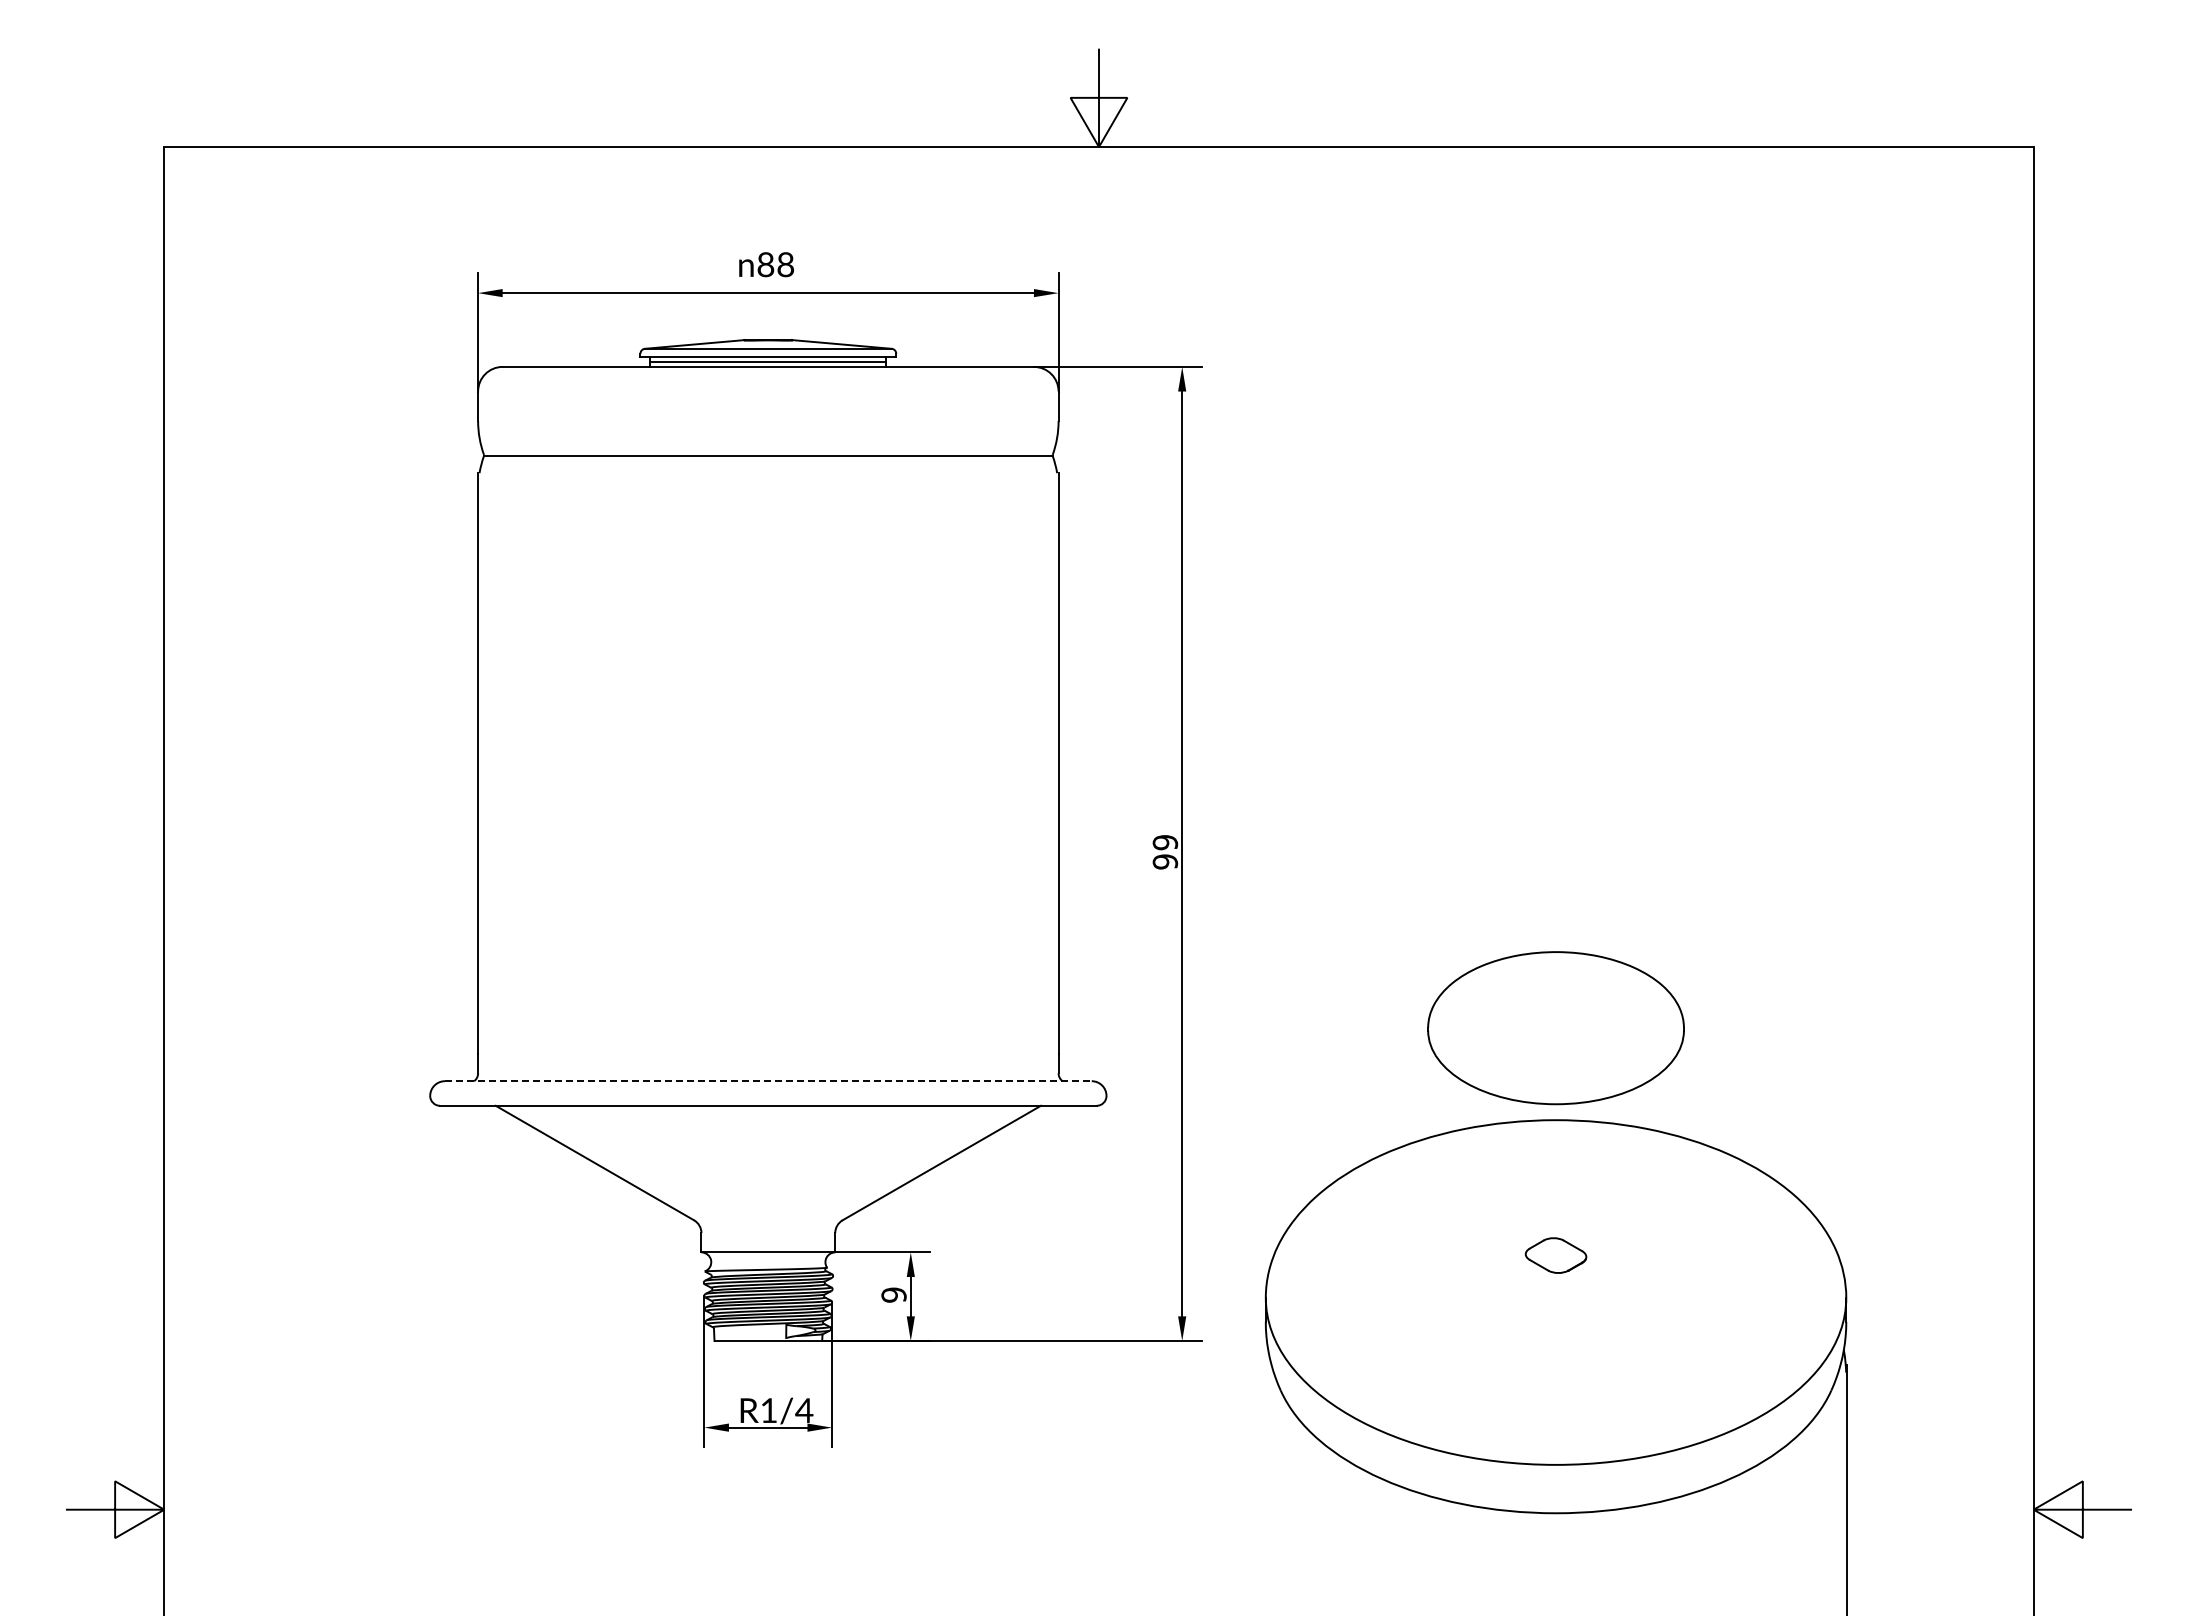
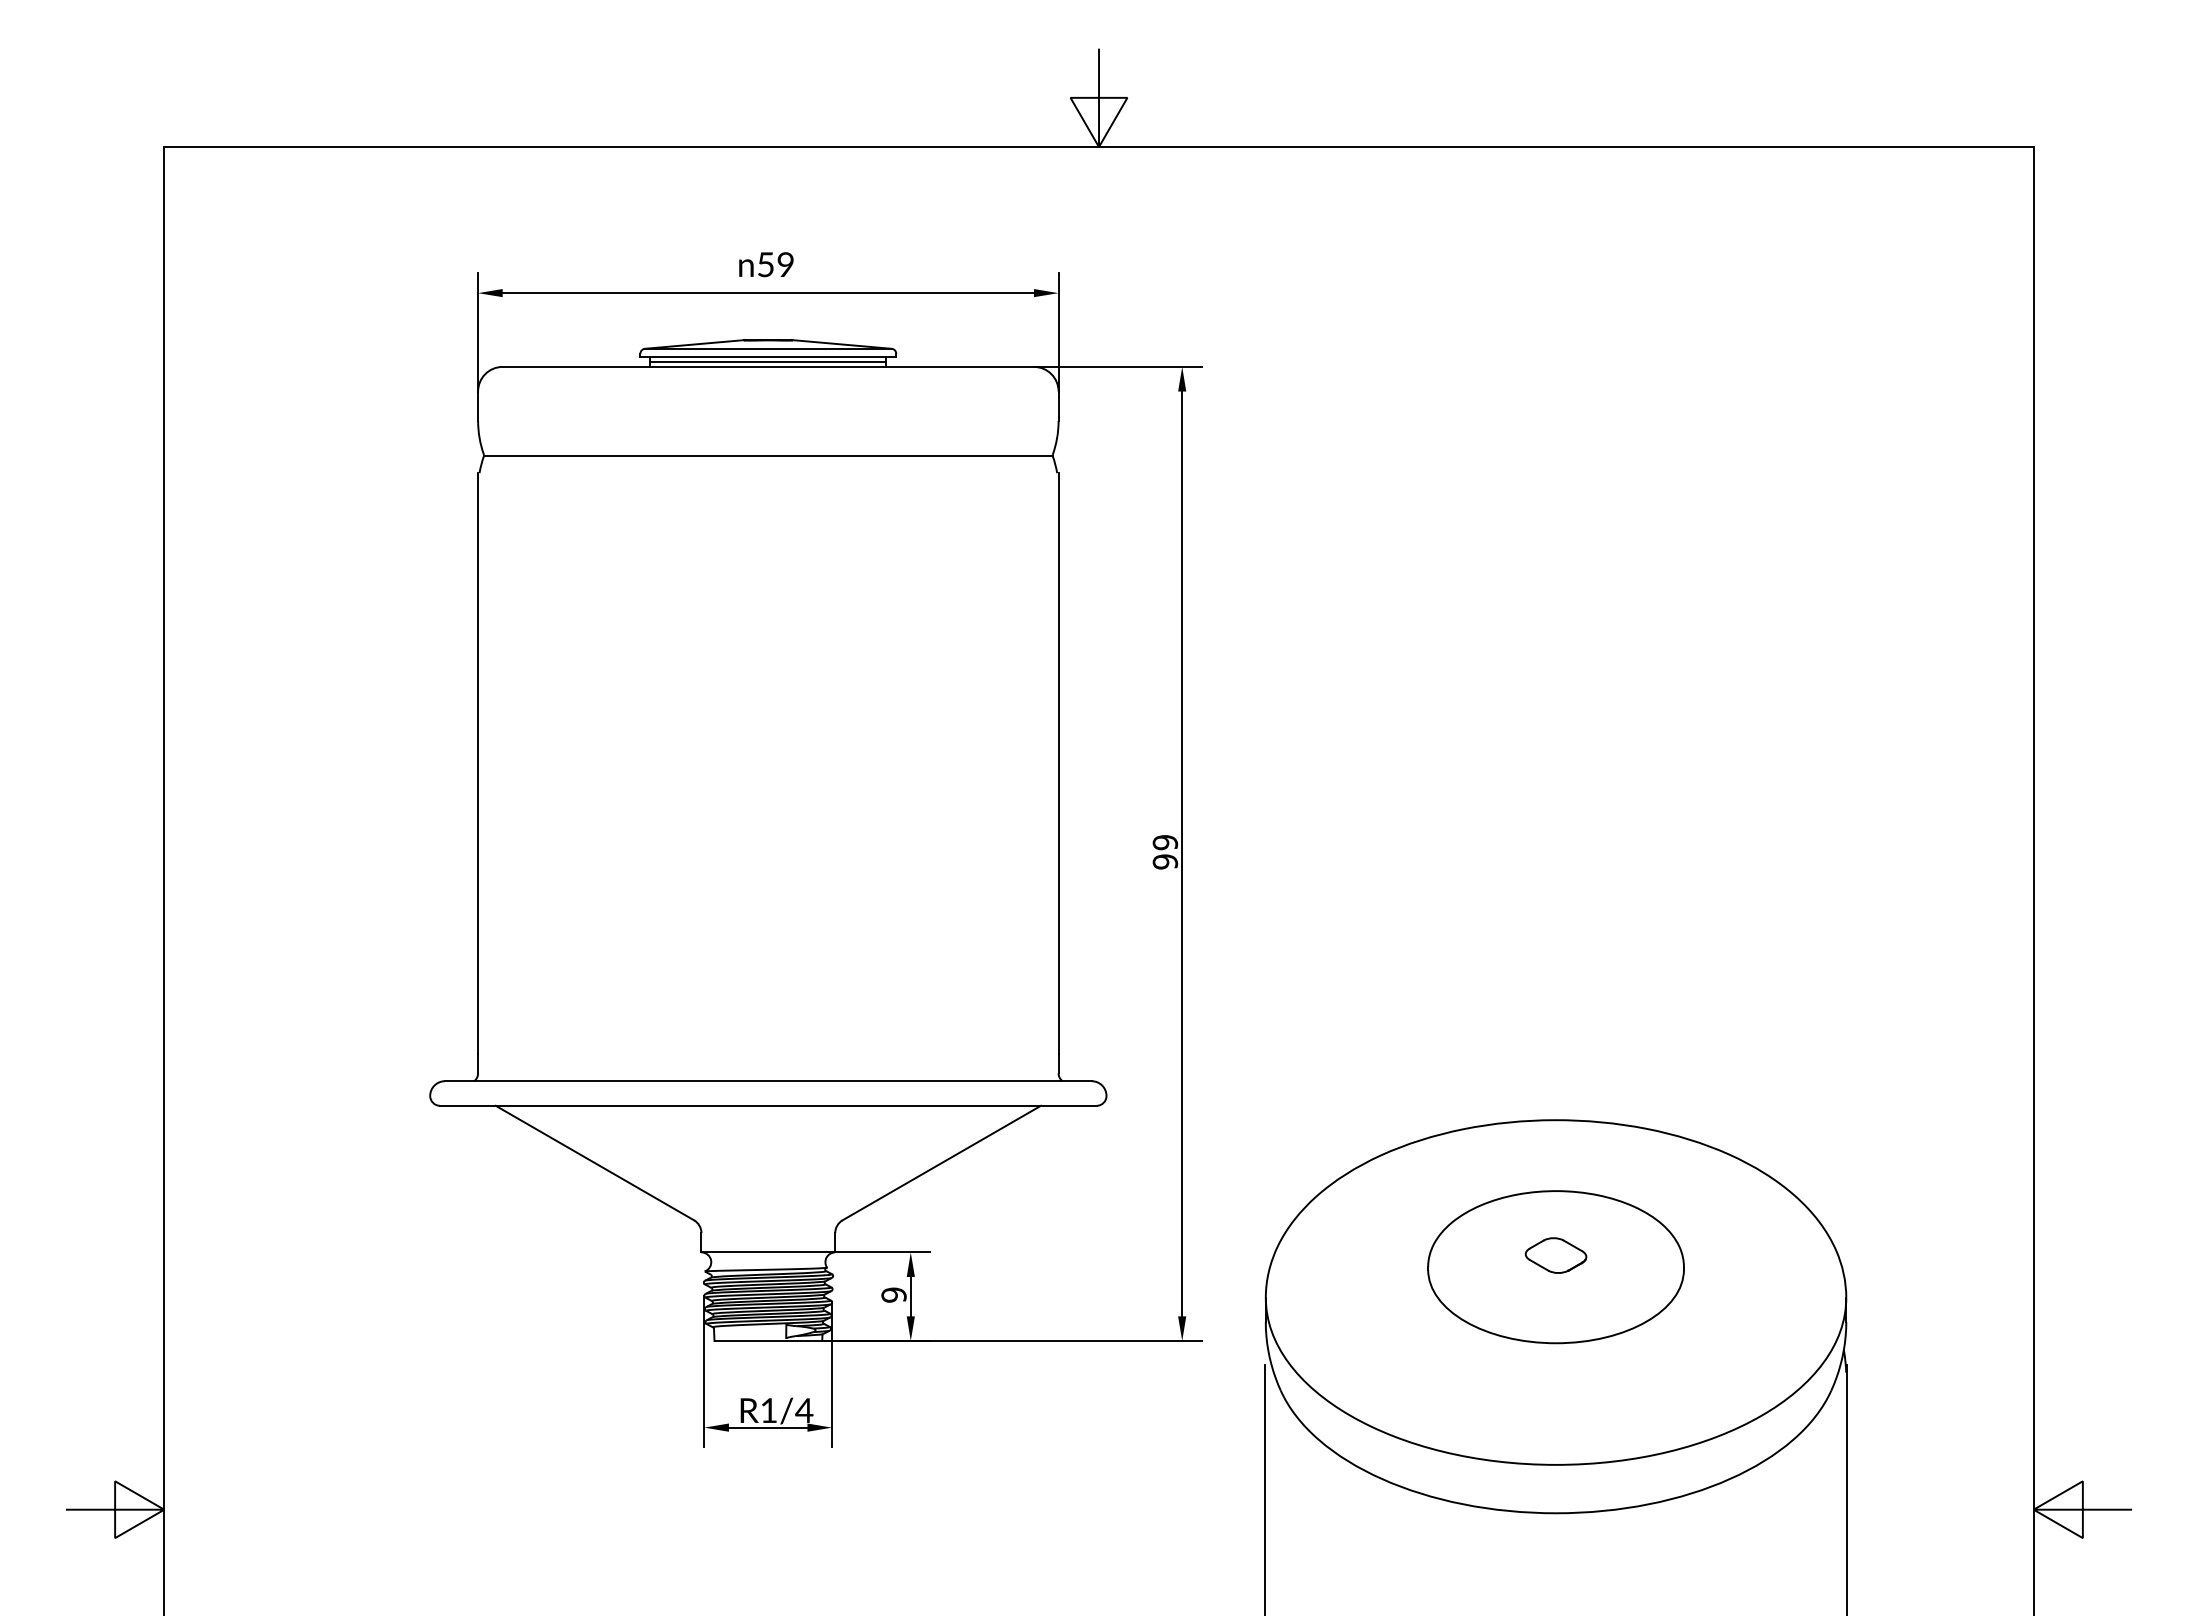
text at (775, 264): 88 -> 59
part at (1555, 1028) position: (1555, 1028) -> (1555, 1267)
line at (768, 1081): dashed -> solid
line at (1265, 1488): none -> present
